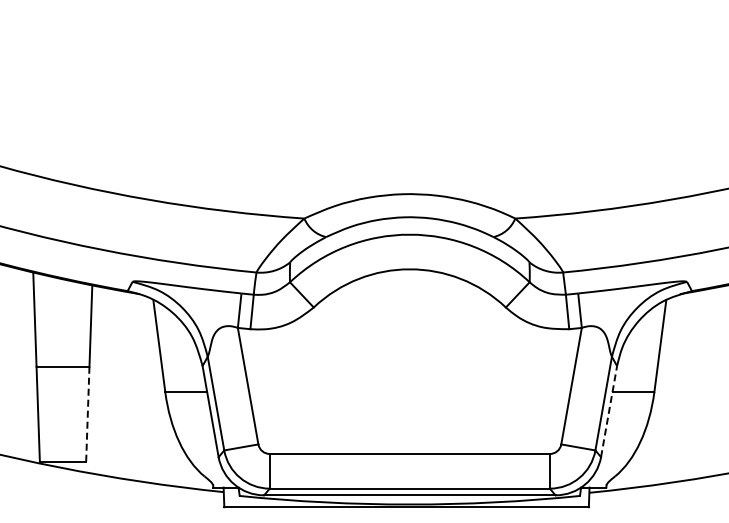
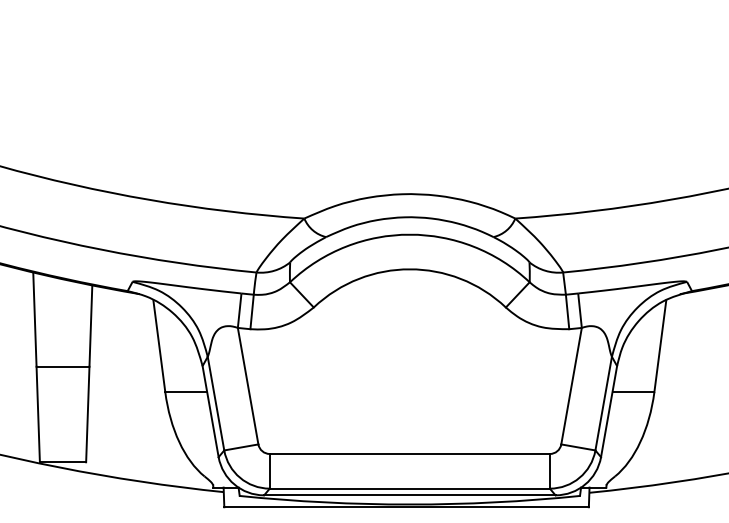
line at (609, 411): dashed -> solid
line at (87, 414): dashed -> solid
